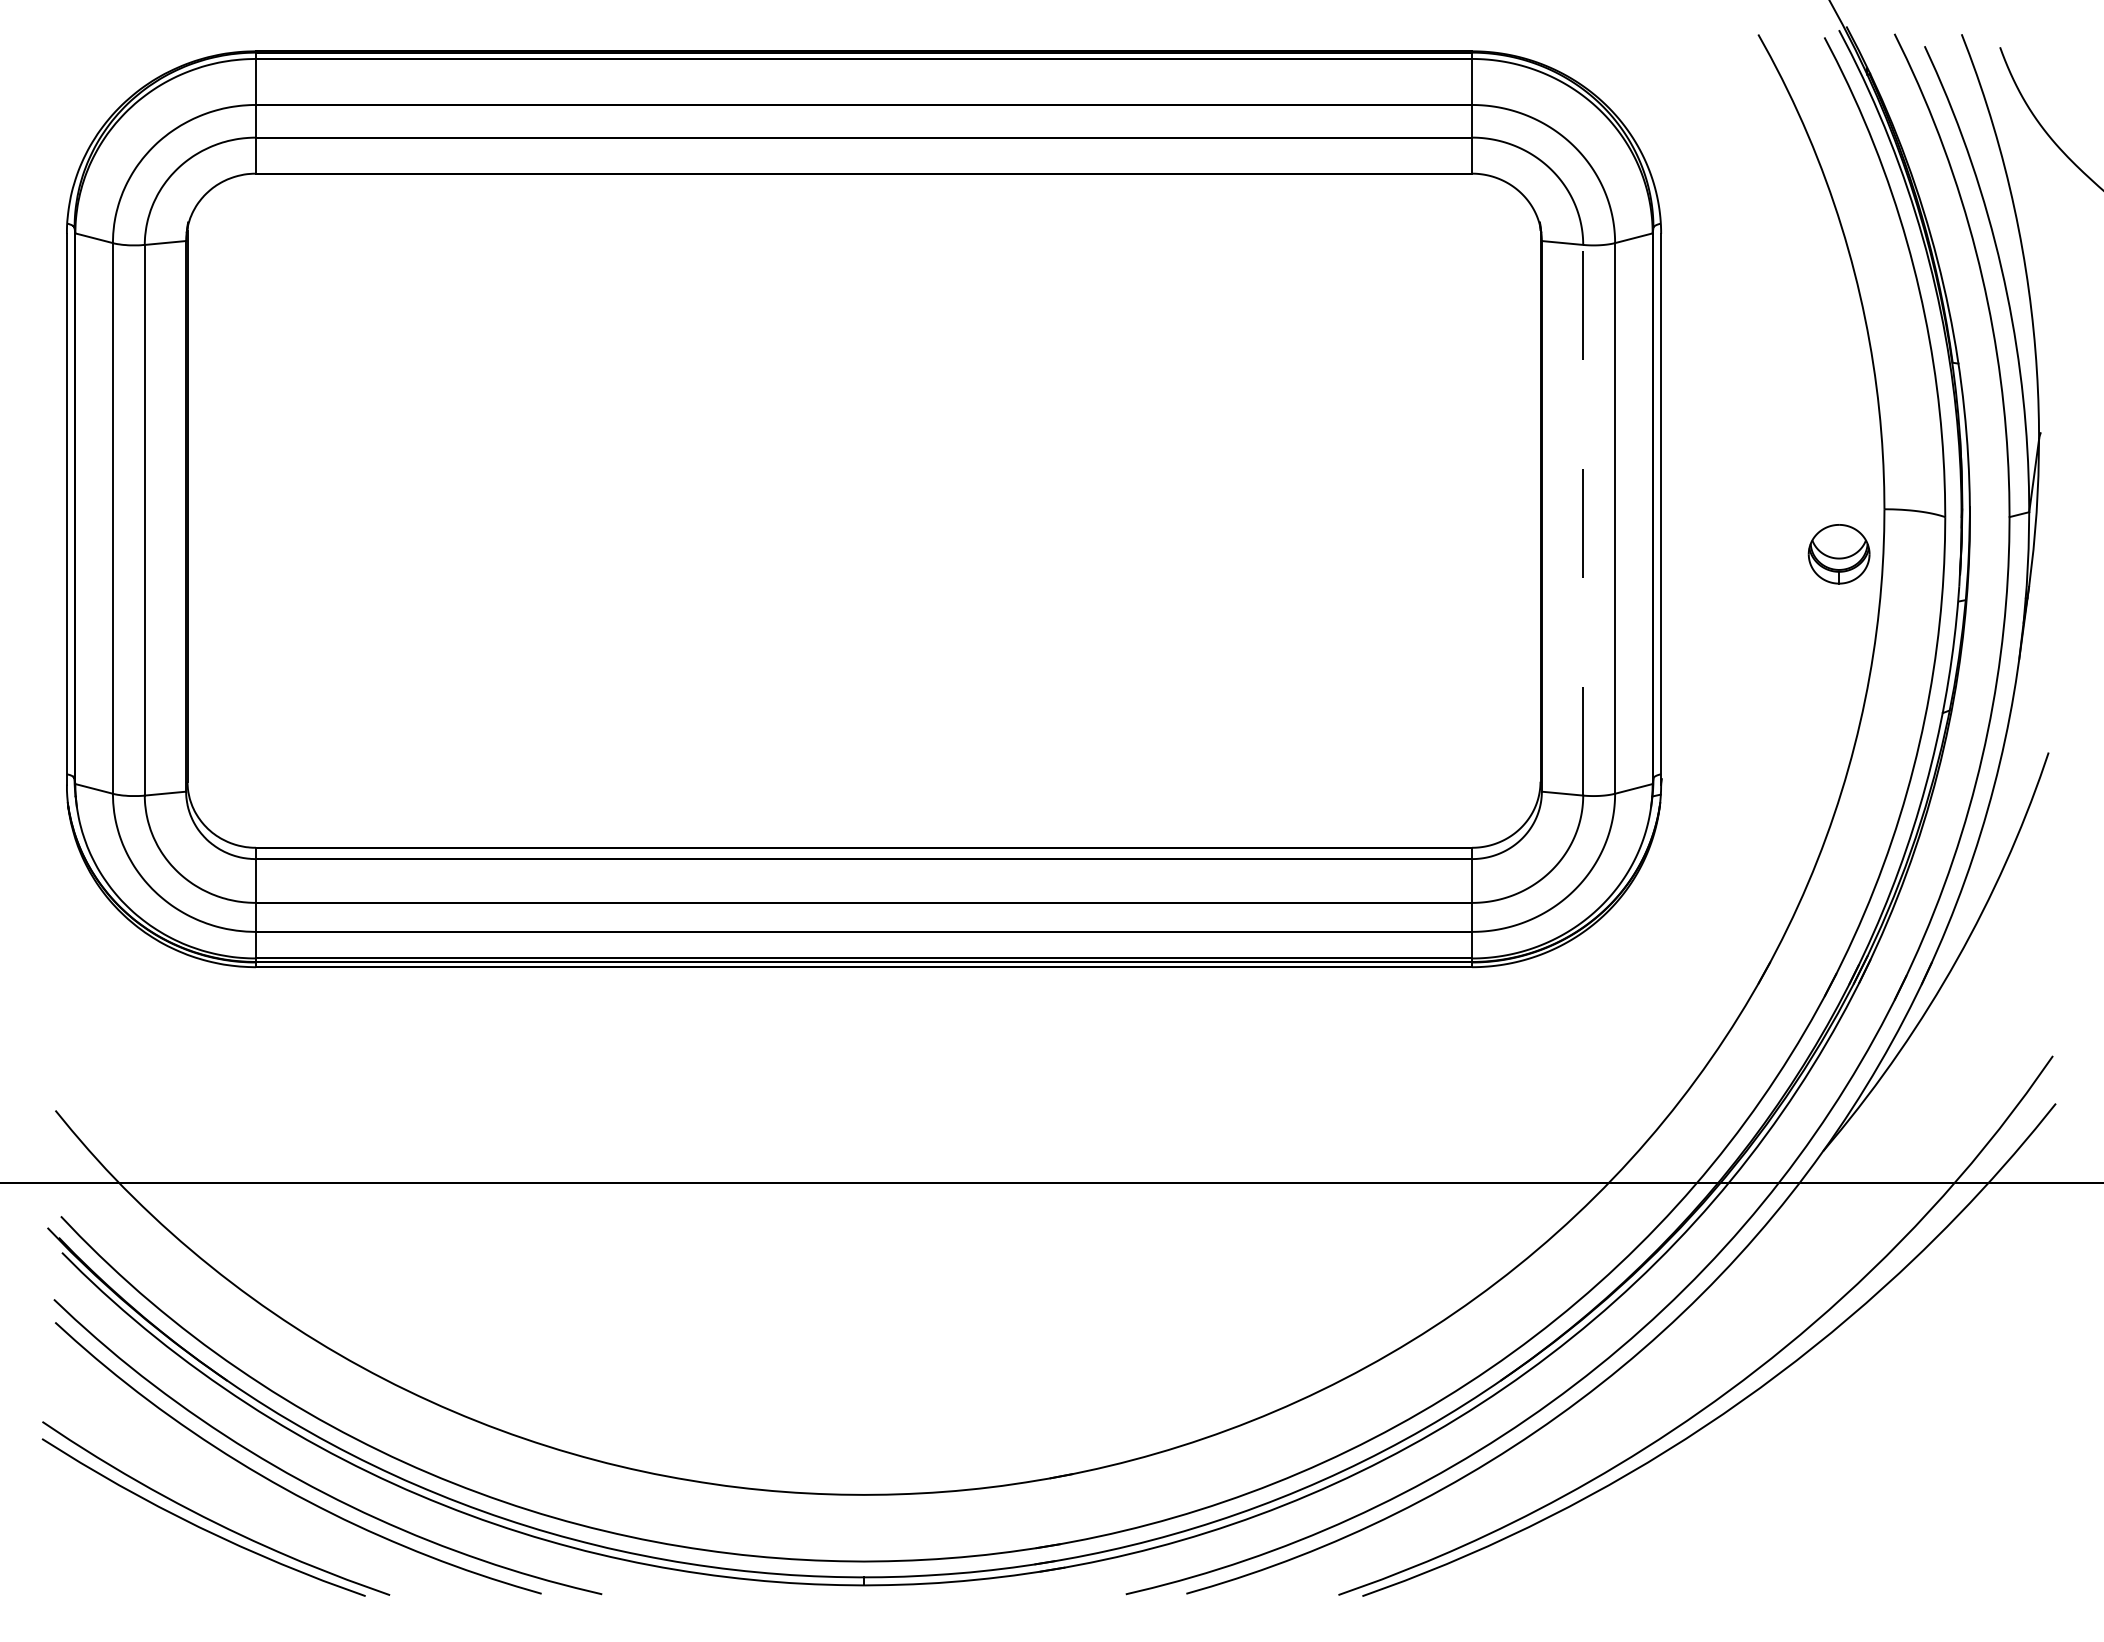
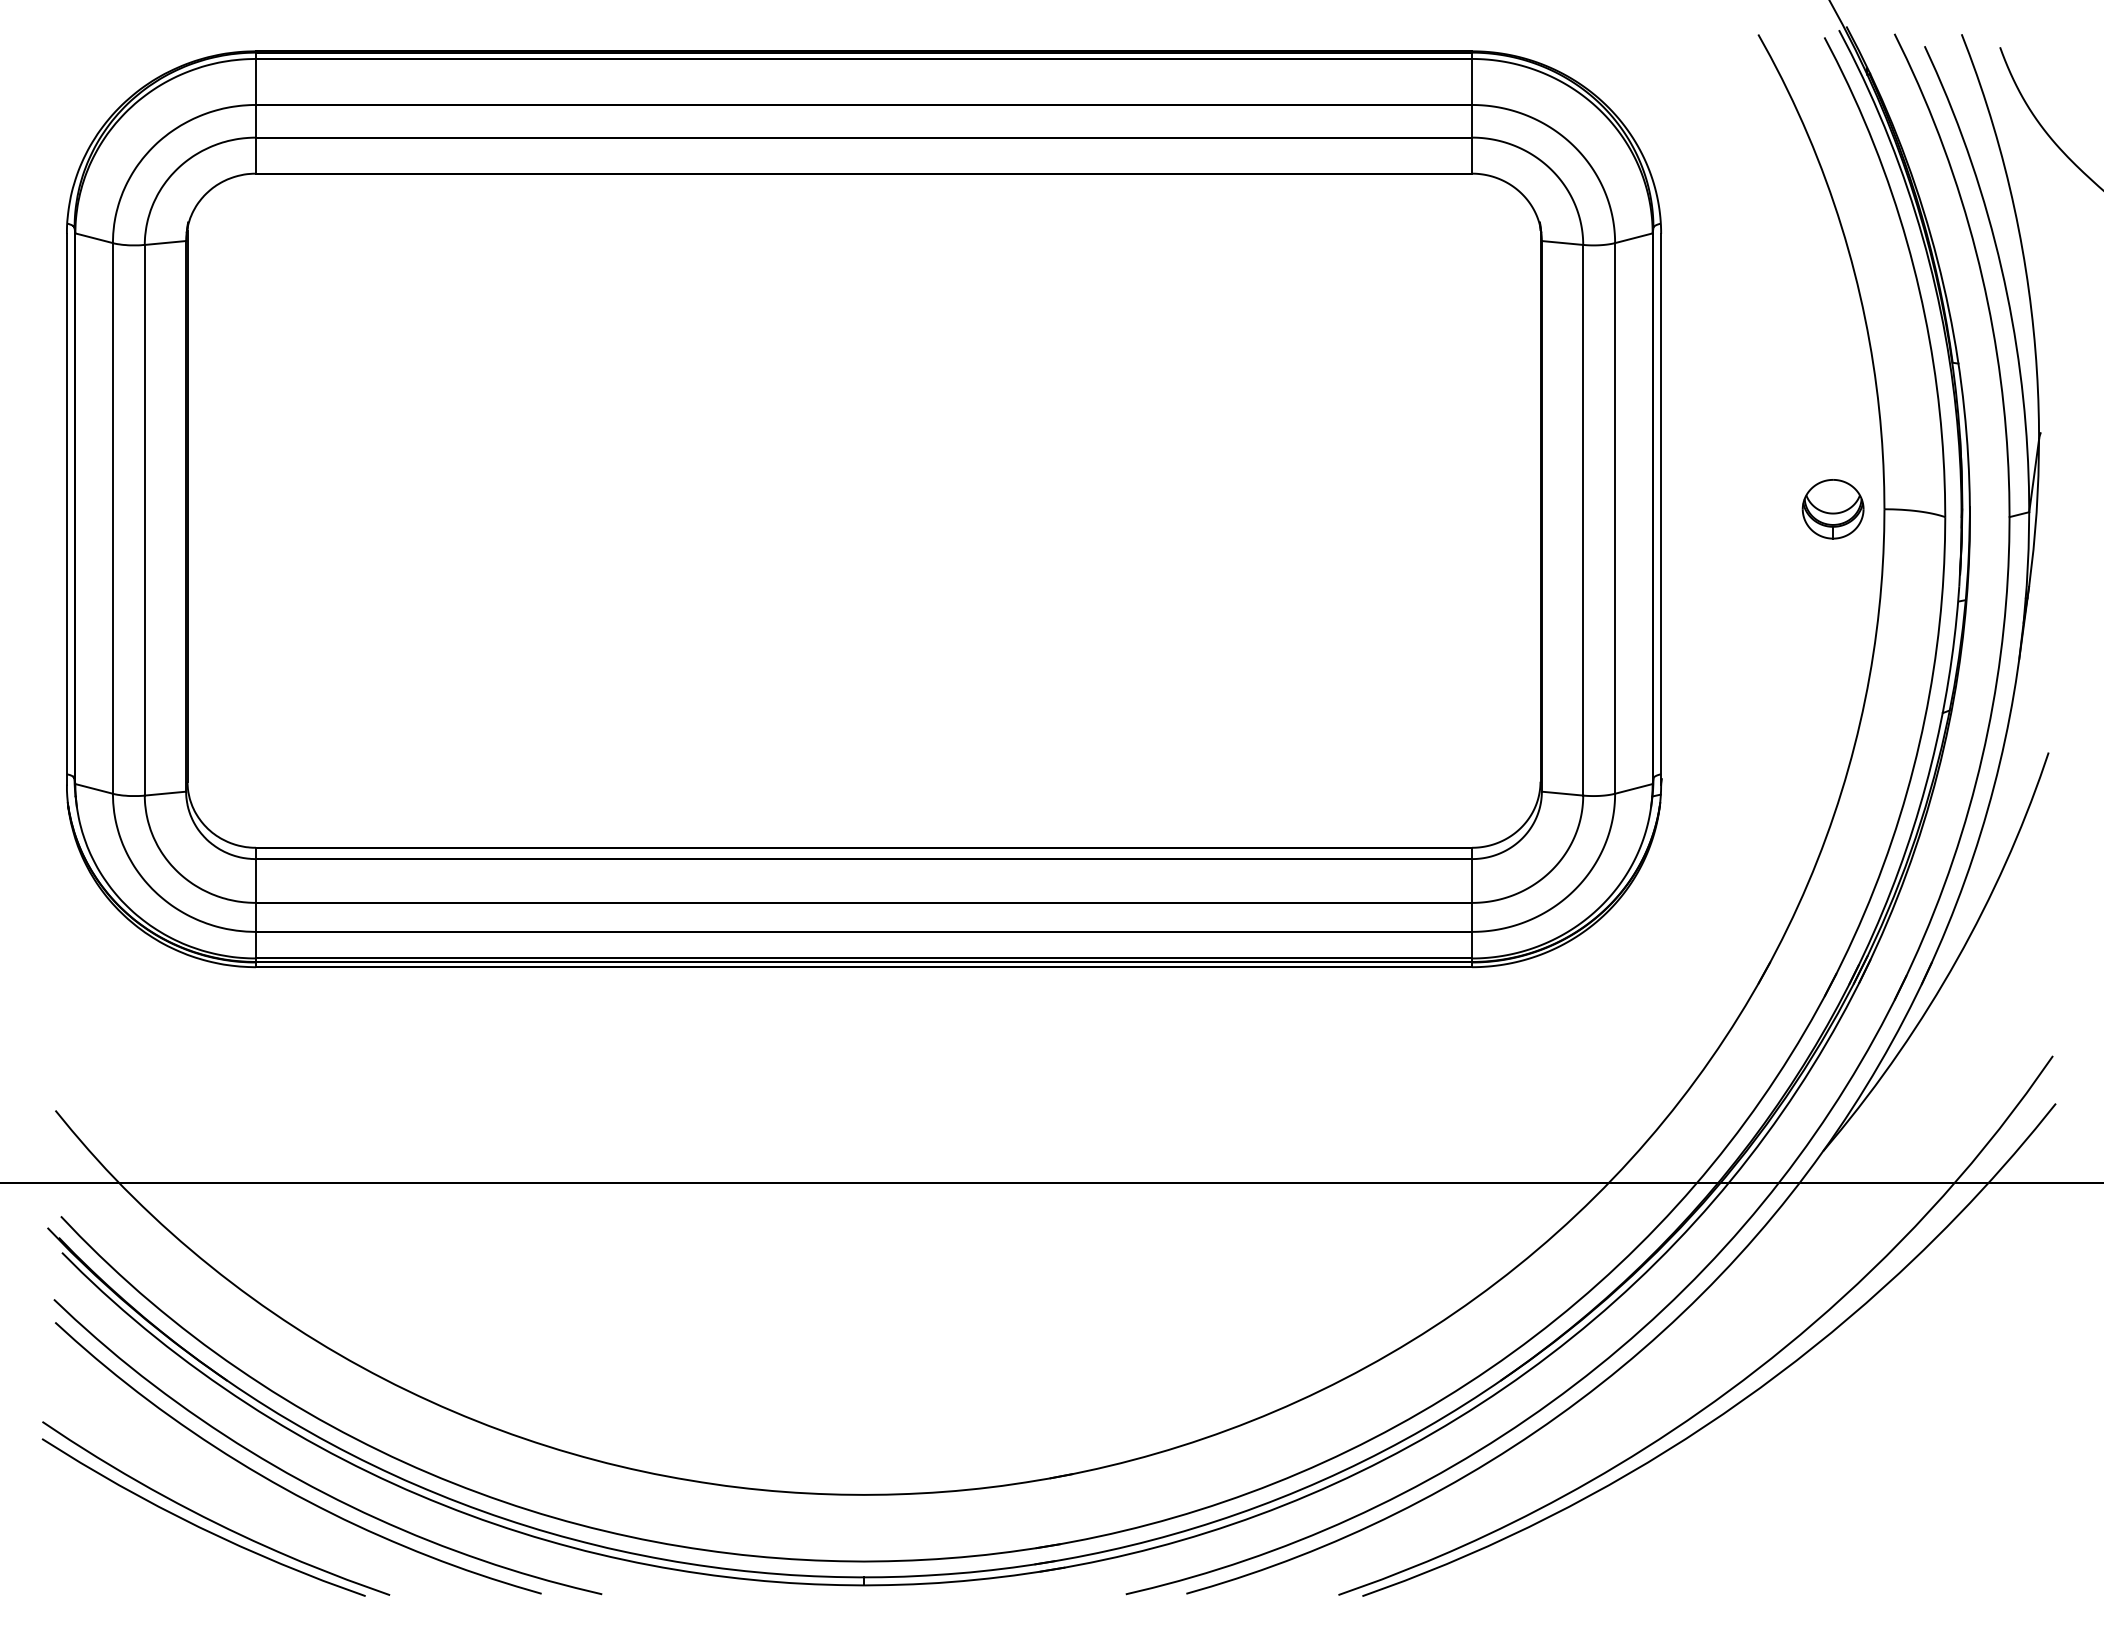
line at (1583, 519): dashed -> solid
part at (1838, 554) position: (1838, 554) -> (1832, 509)
